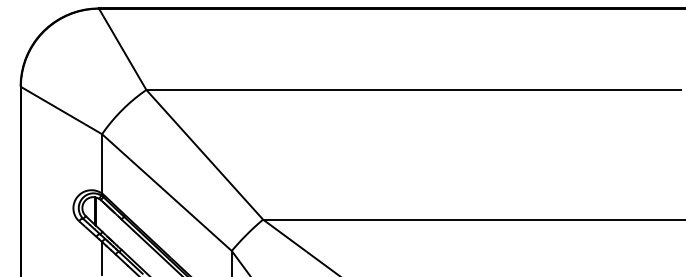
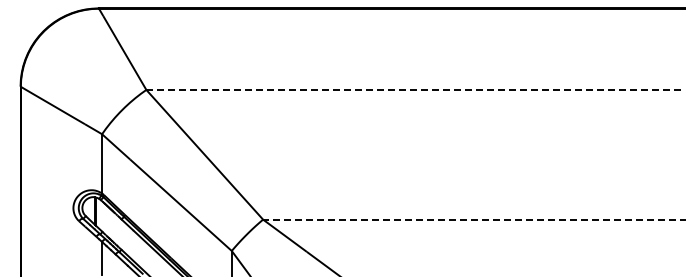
line at (414, 89): solid -> dashed
line at (474, 219): solid -> dashed
